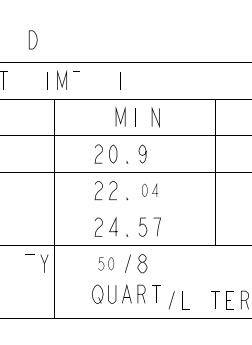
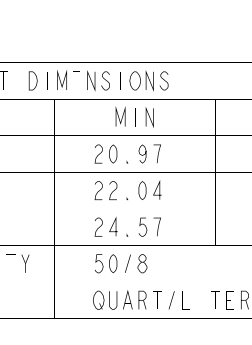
part at (32, 39) position: (32, 39) -> (32, 80)
part at (98, 80): none -> present
part at (148, 80): none -> present
line at (155, 117) position: (155, 117) -> (149, 117)
curve at (158, 153): none -> present
part at (149, 189) size: 16x14 px -> 24x20 px
part at (42, 260) position: (42, 260) -> (23, 260)
part at (105, 263) size: 16x14 px -> 23x20 px
part at (126, 293) position: (126, 293) -> (127, 299)
